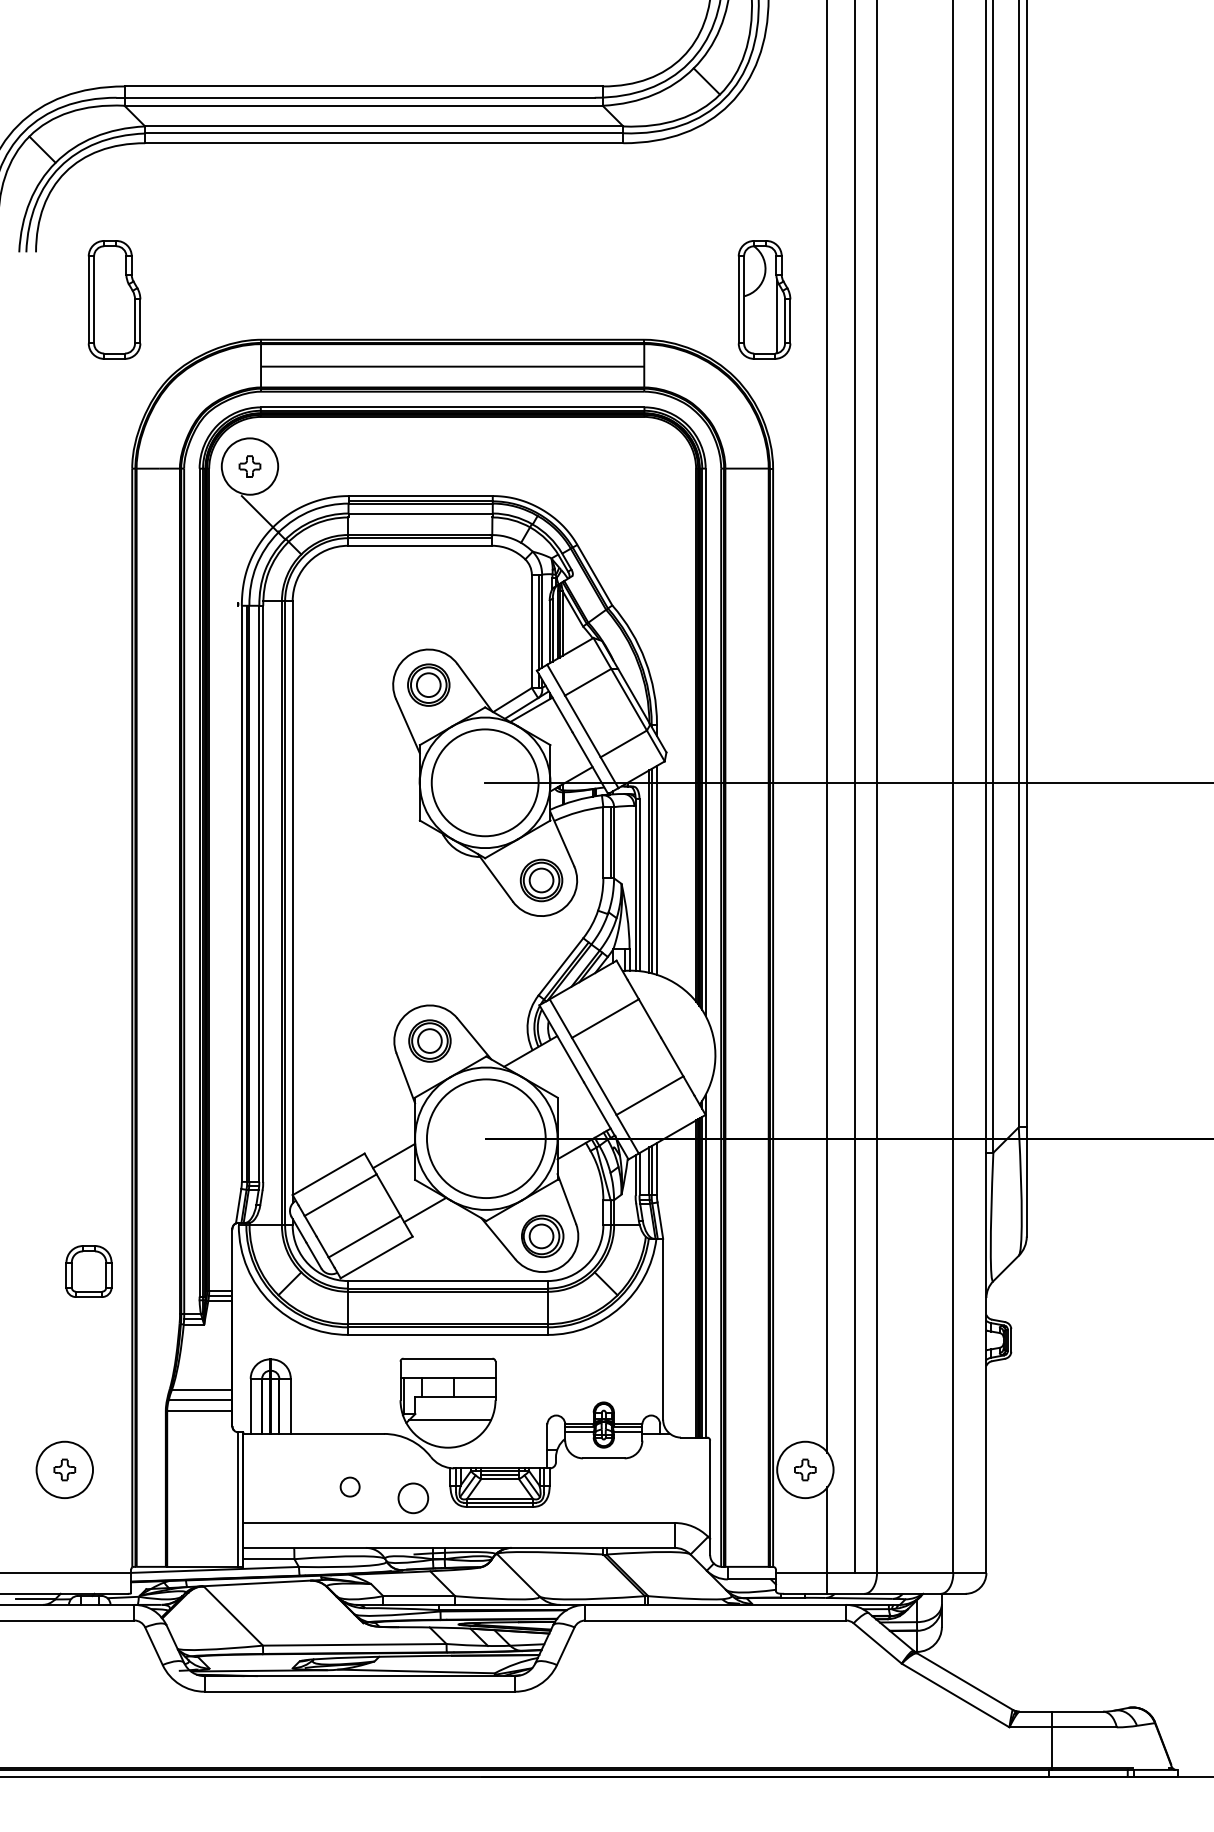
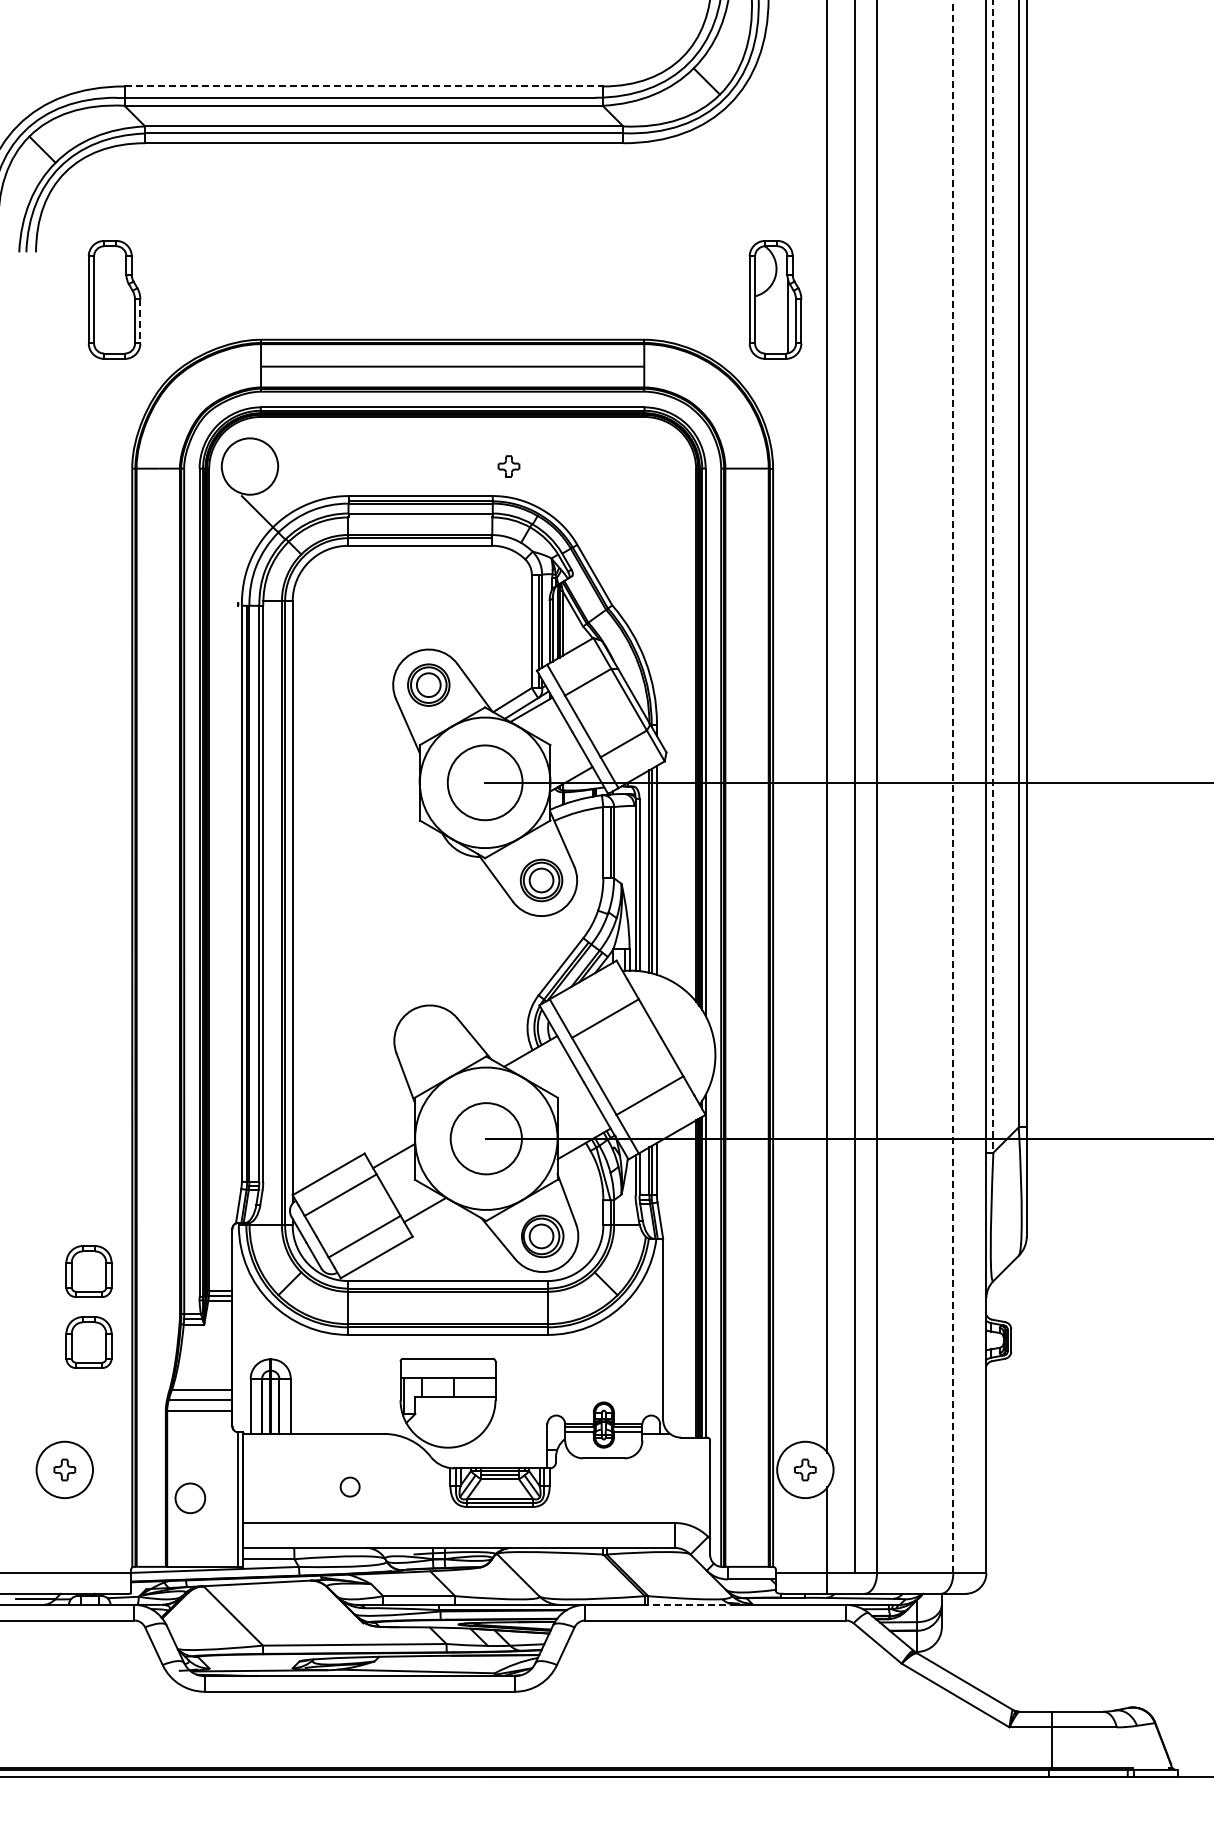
line at (364, 86): solid -> dashed
part at (764, 299) position: (764, 299) -> (775, 299)
line at (140, 321): solid -> dashed
part at (249, 466) position: (249, 466) -> (508, 466)
line at (993, 576): solid -> dashed
circle at (484, 782) diameter: 107 px -> 75 px
line at (953, 786): solid -> dashed
part at (429, 1040): present -> none
circle at (485, 1138) diameter: 119 px -> 71 px
part at (88, 1342): none -> present
line at (450, 1419): present -> none
circle at (413, 1498) position: (413, 1498) -> (190, 1498)
line at (692, 1604): solid -> dashed
